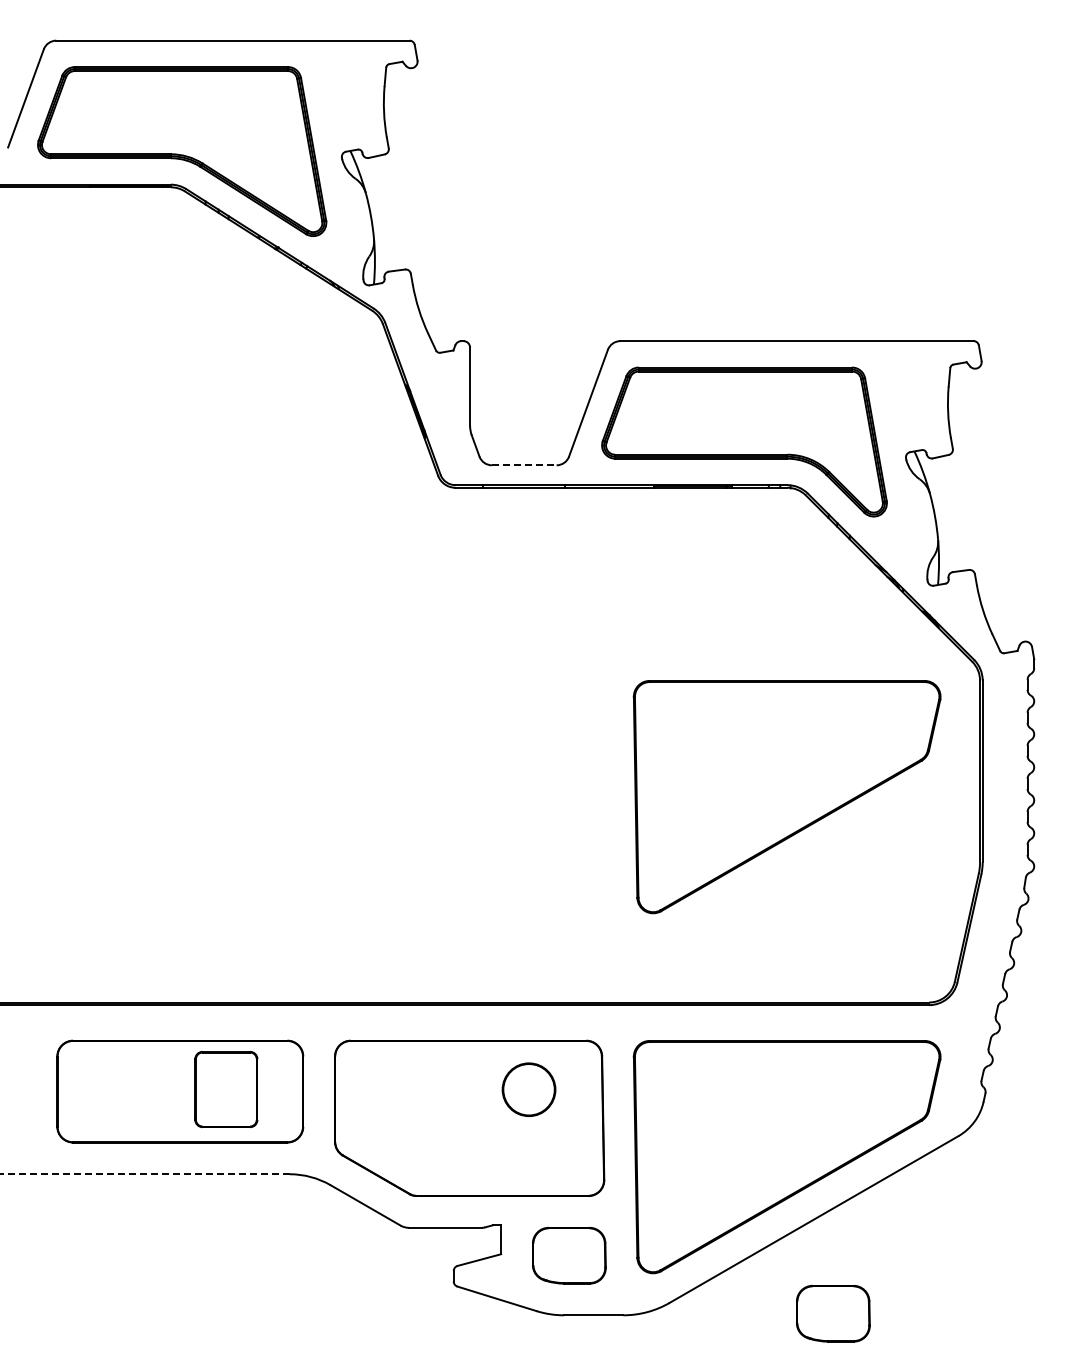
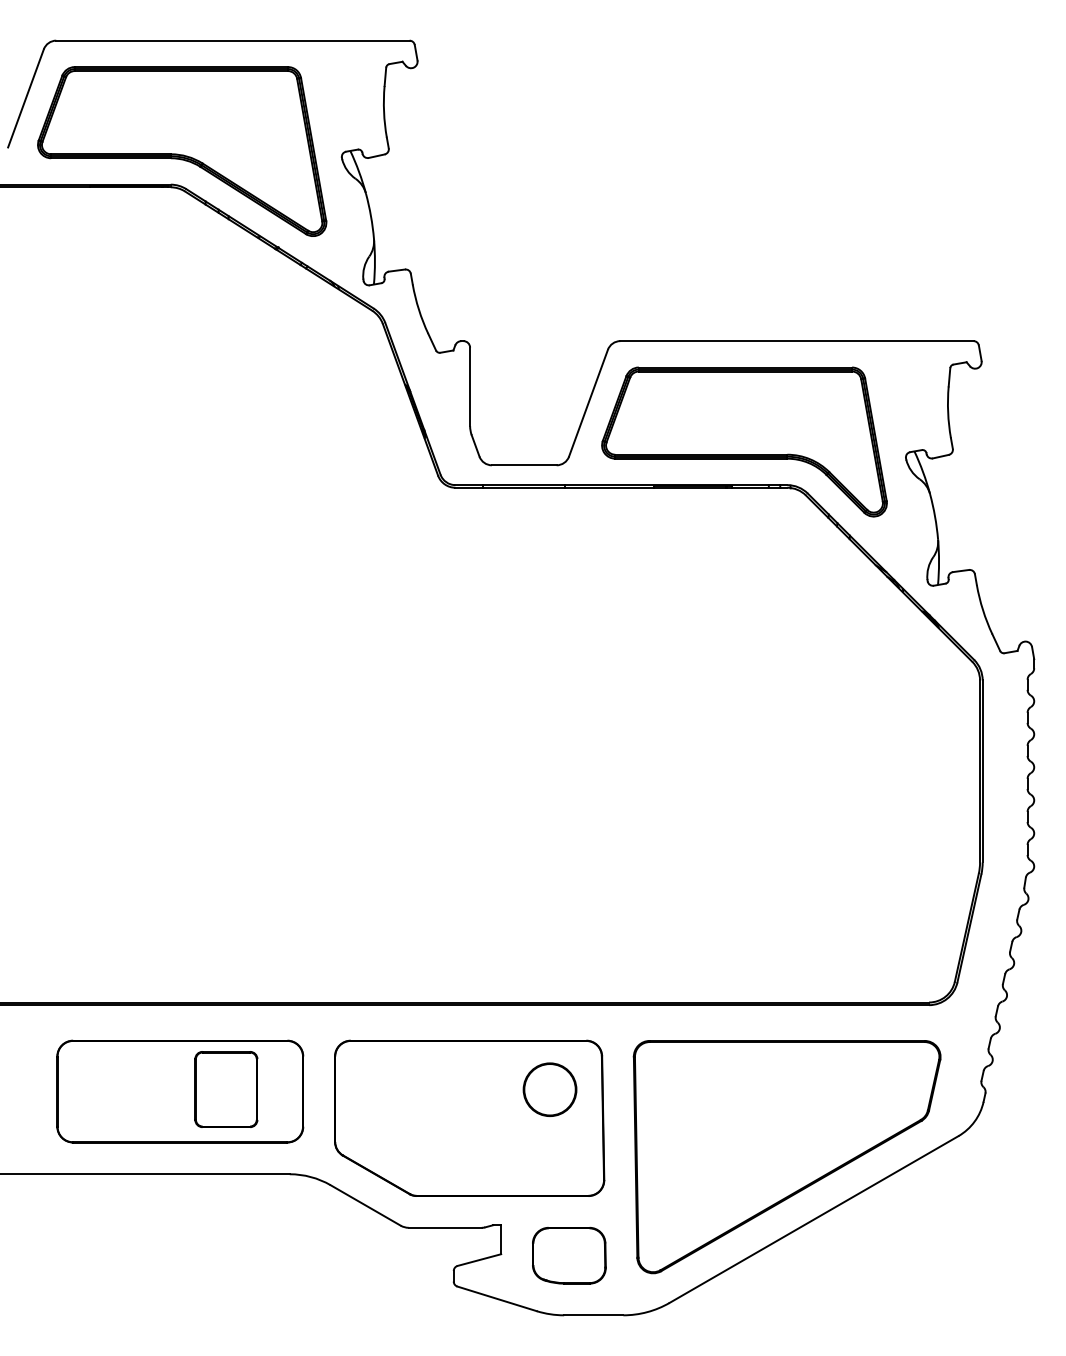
line at (524, 465): dashed -> solid
part at (786, 797): present -> none
part at (528, 1089) position: (528, 1089) -> (549, 1089)
line at (144, 1174): dashed -> solid
part at (833, 1313): present -> none
